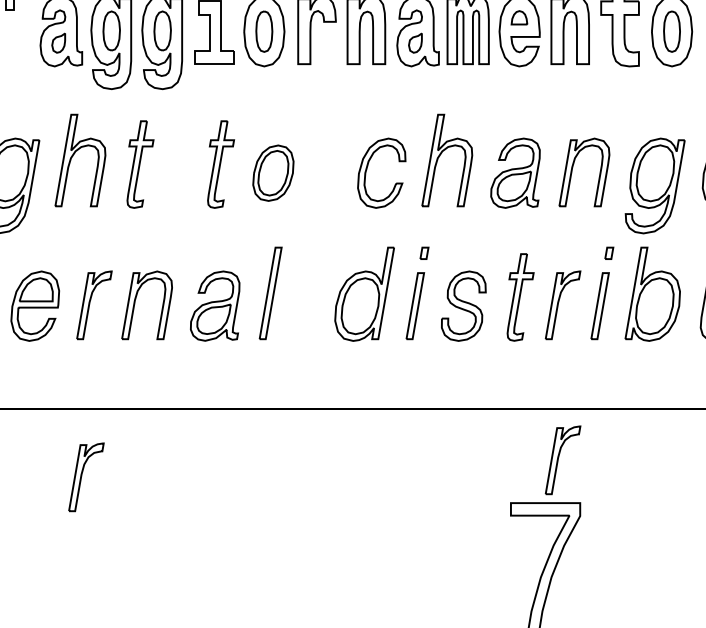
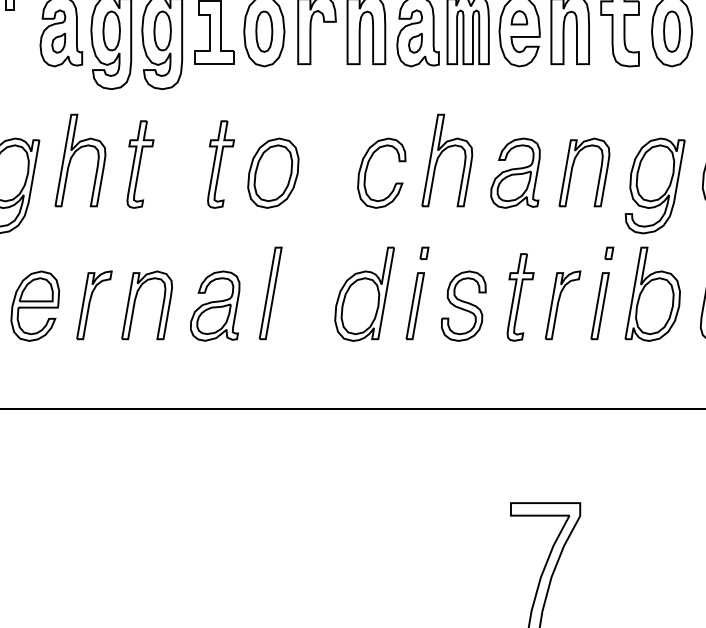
part at (273, 172) size: 43x58 px -> 53x72 px
part at (562, 460): present -> none
part at (86, 477): present -> none
